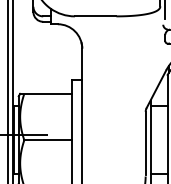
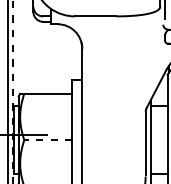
line at (12, 91): solid -> dashed
line at (47, 140): solid -> dashed
